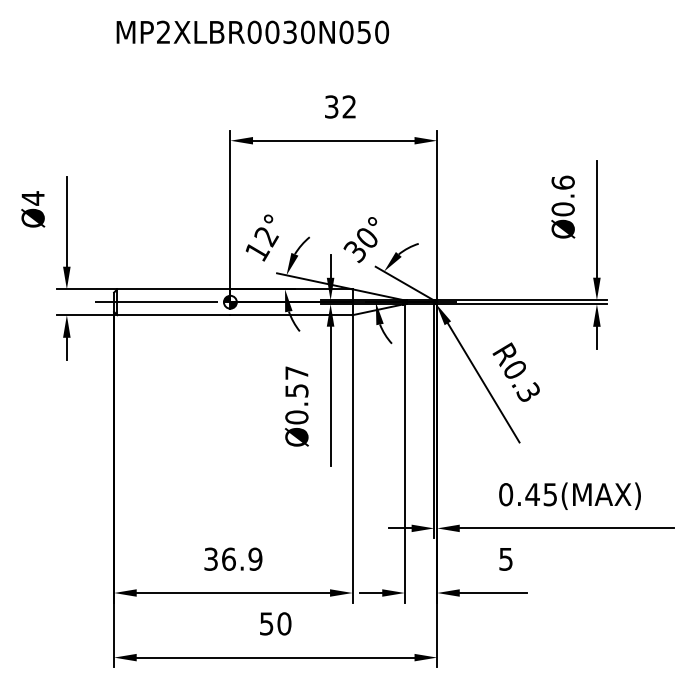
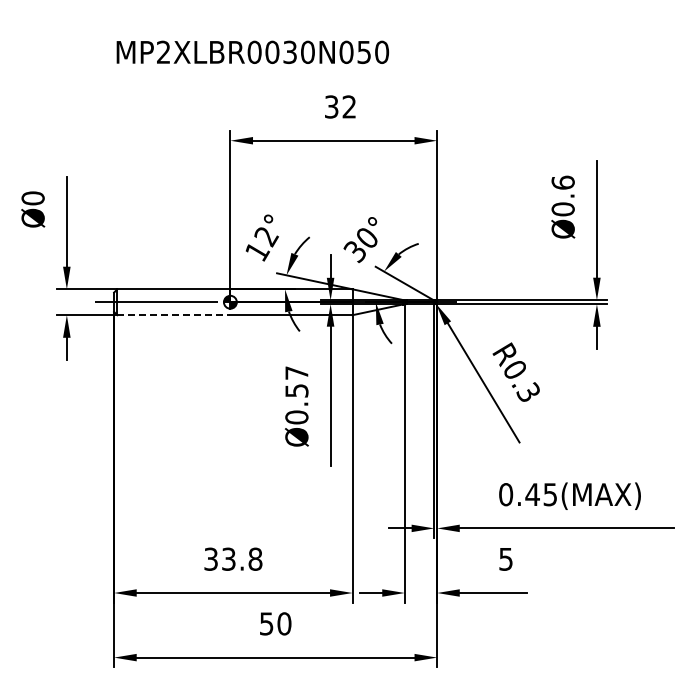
text at (252, 31) position: (252, 31) -> (252, 51)
text at (32, 198): Ø4 -> Ø0
line at (173, 315): solid -> dashed
text at (242, 558): 36.9 -> 33.8
